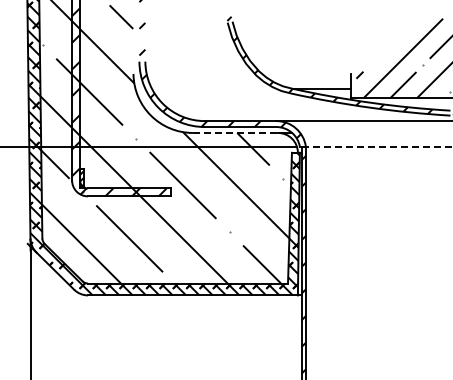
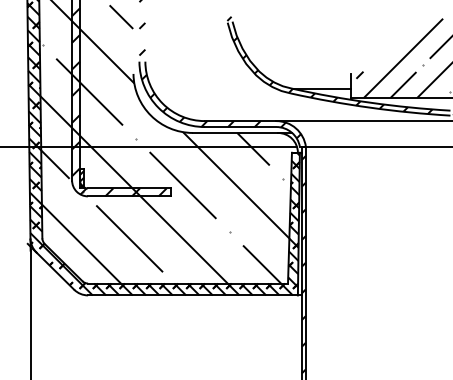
line at (235, 132): dashed -> solid
line at (378, 146): dashed -> solid
